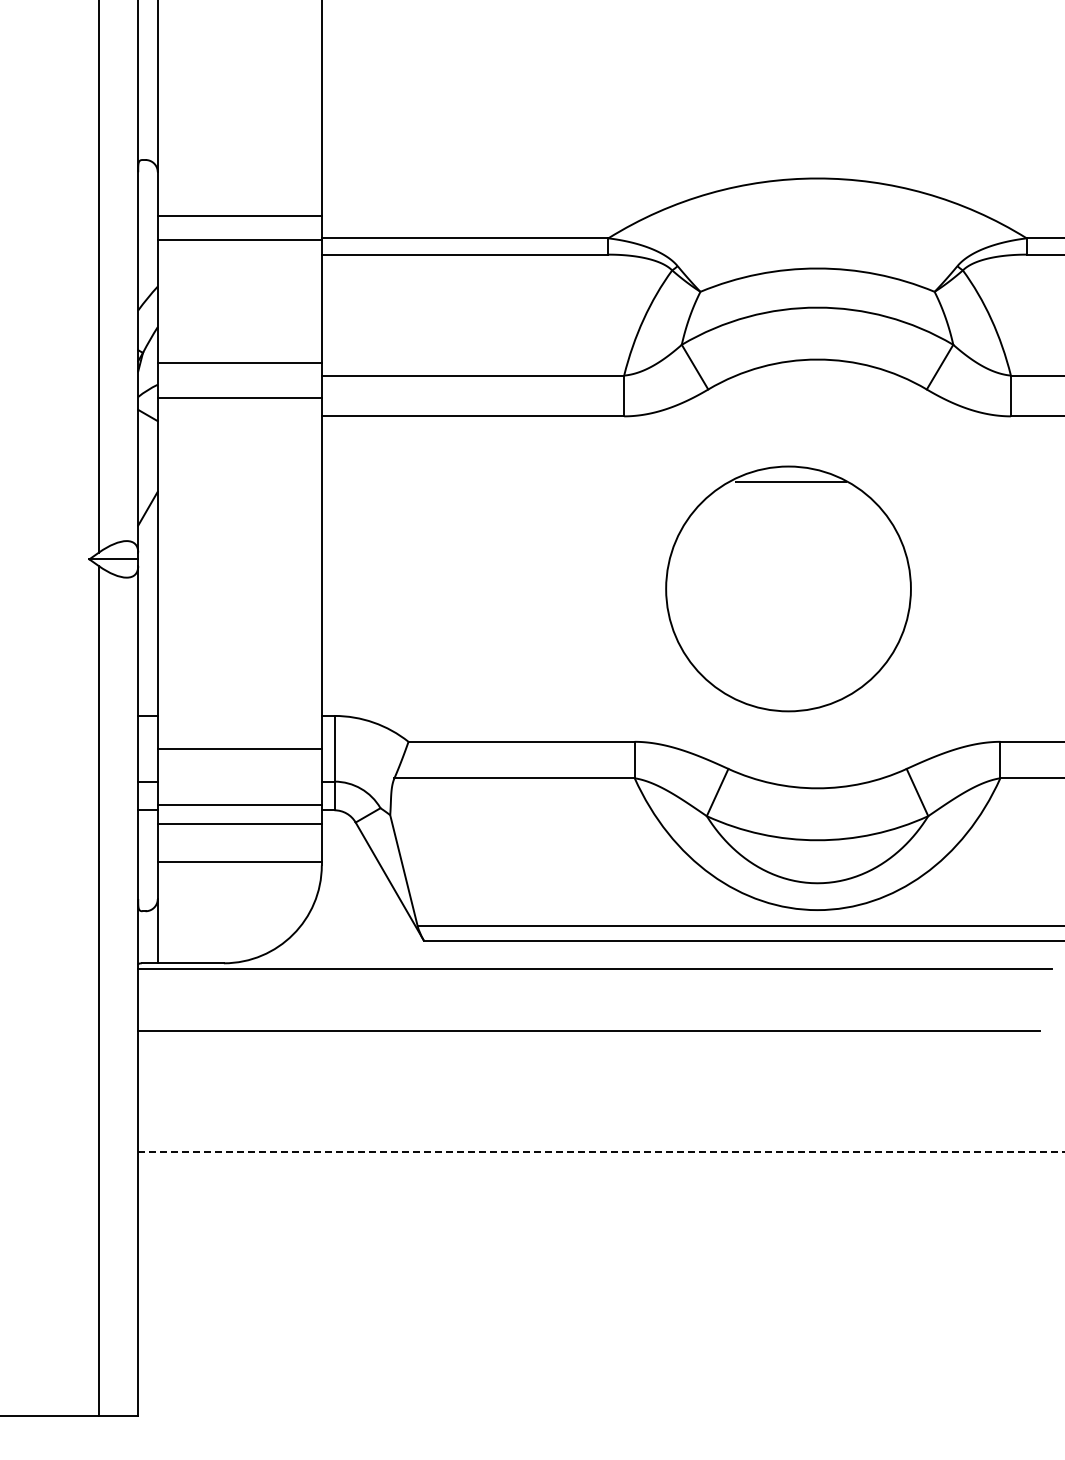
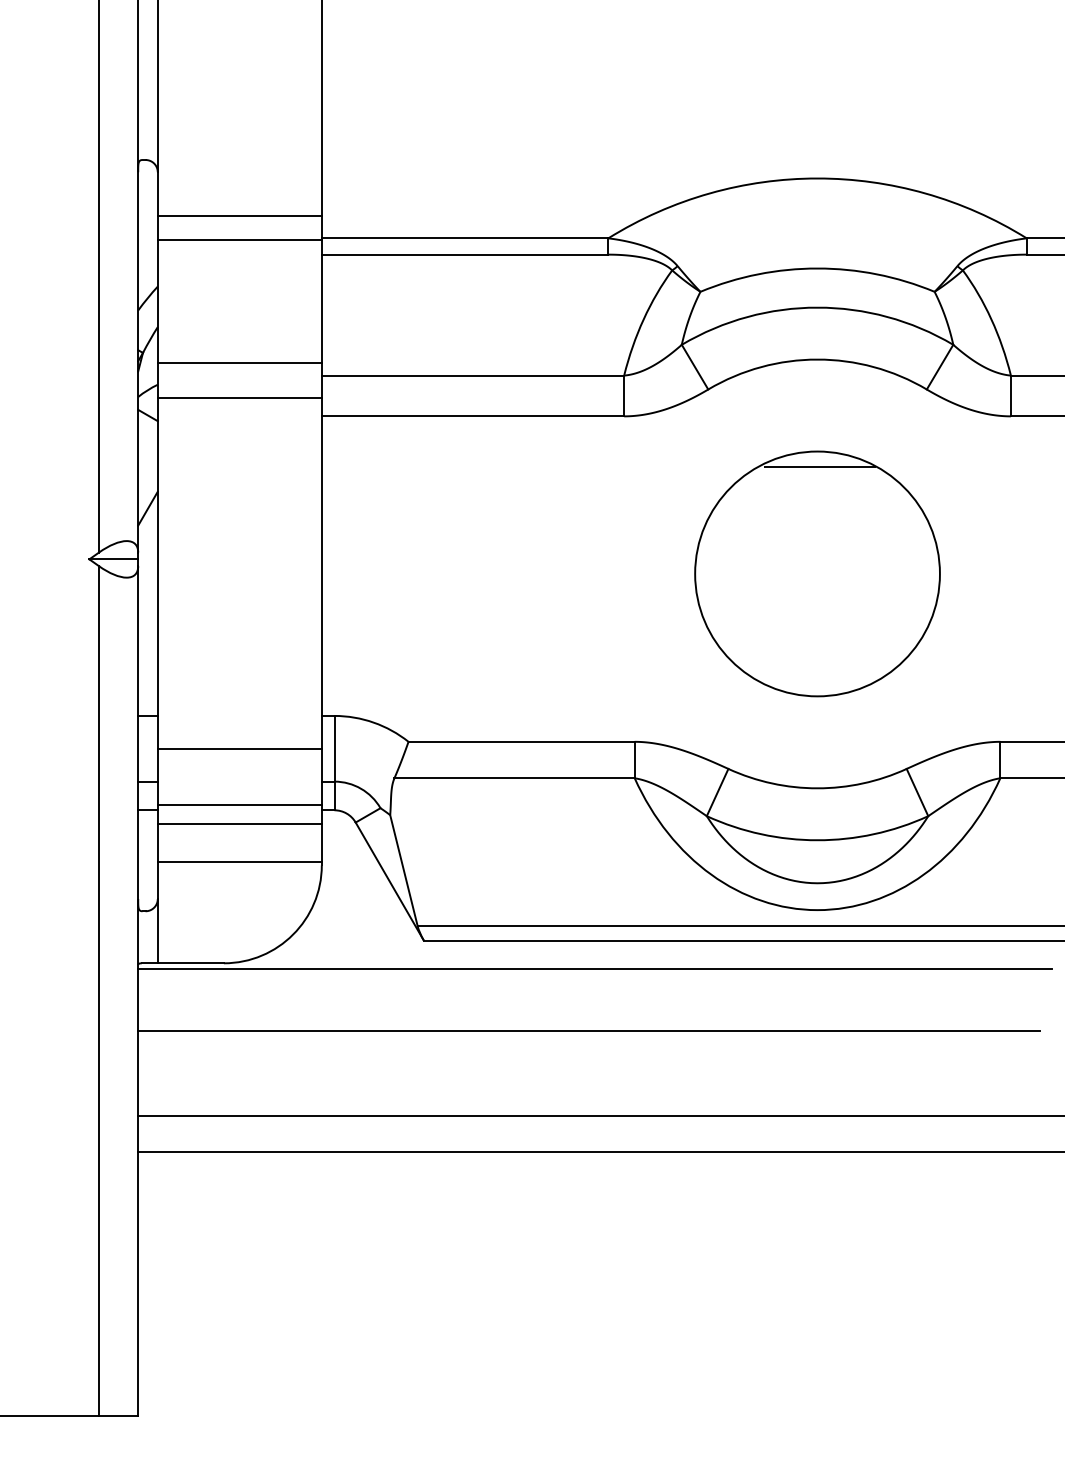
part at (788, 588) position: (788, 588) -> (817, 573)
line at (599, 1115): none -> present
line at (602, 1152): dashed -> solid
